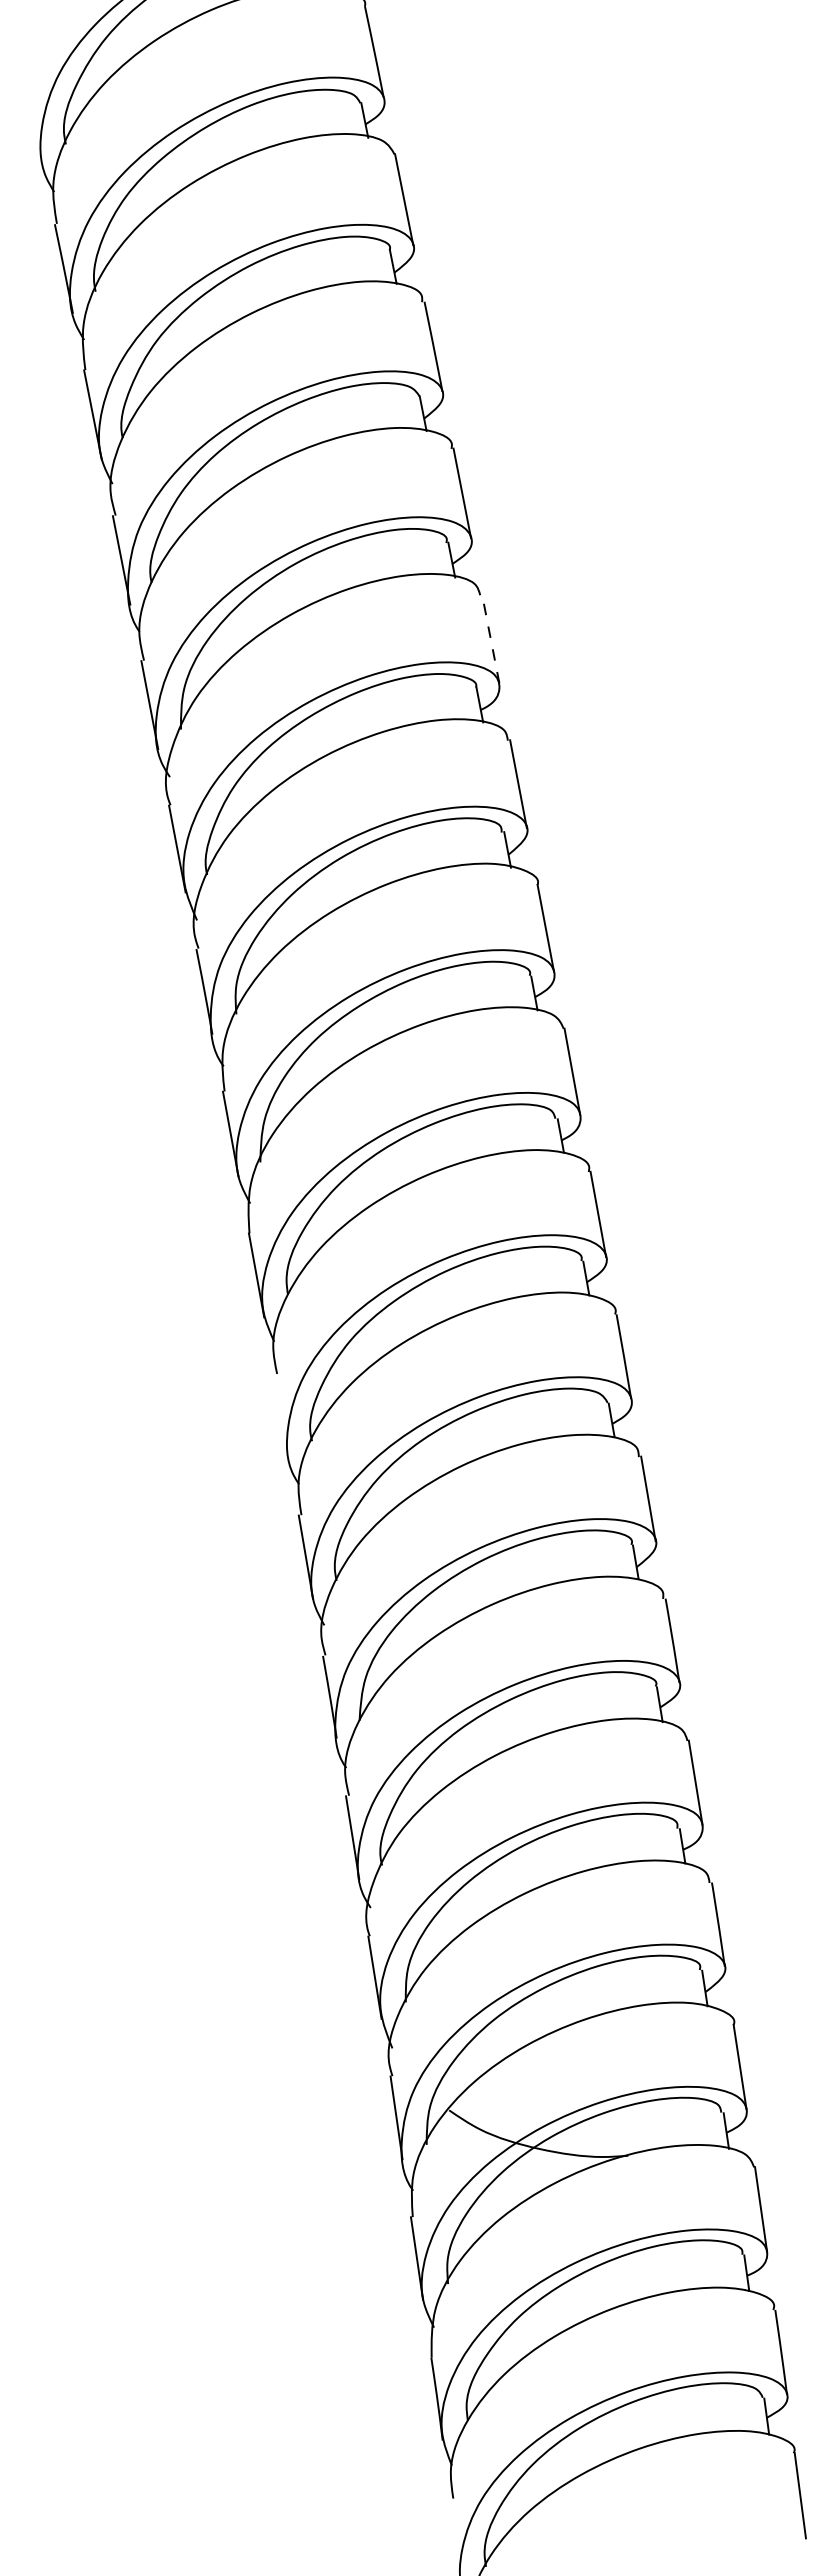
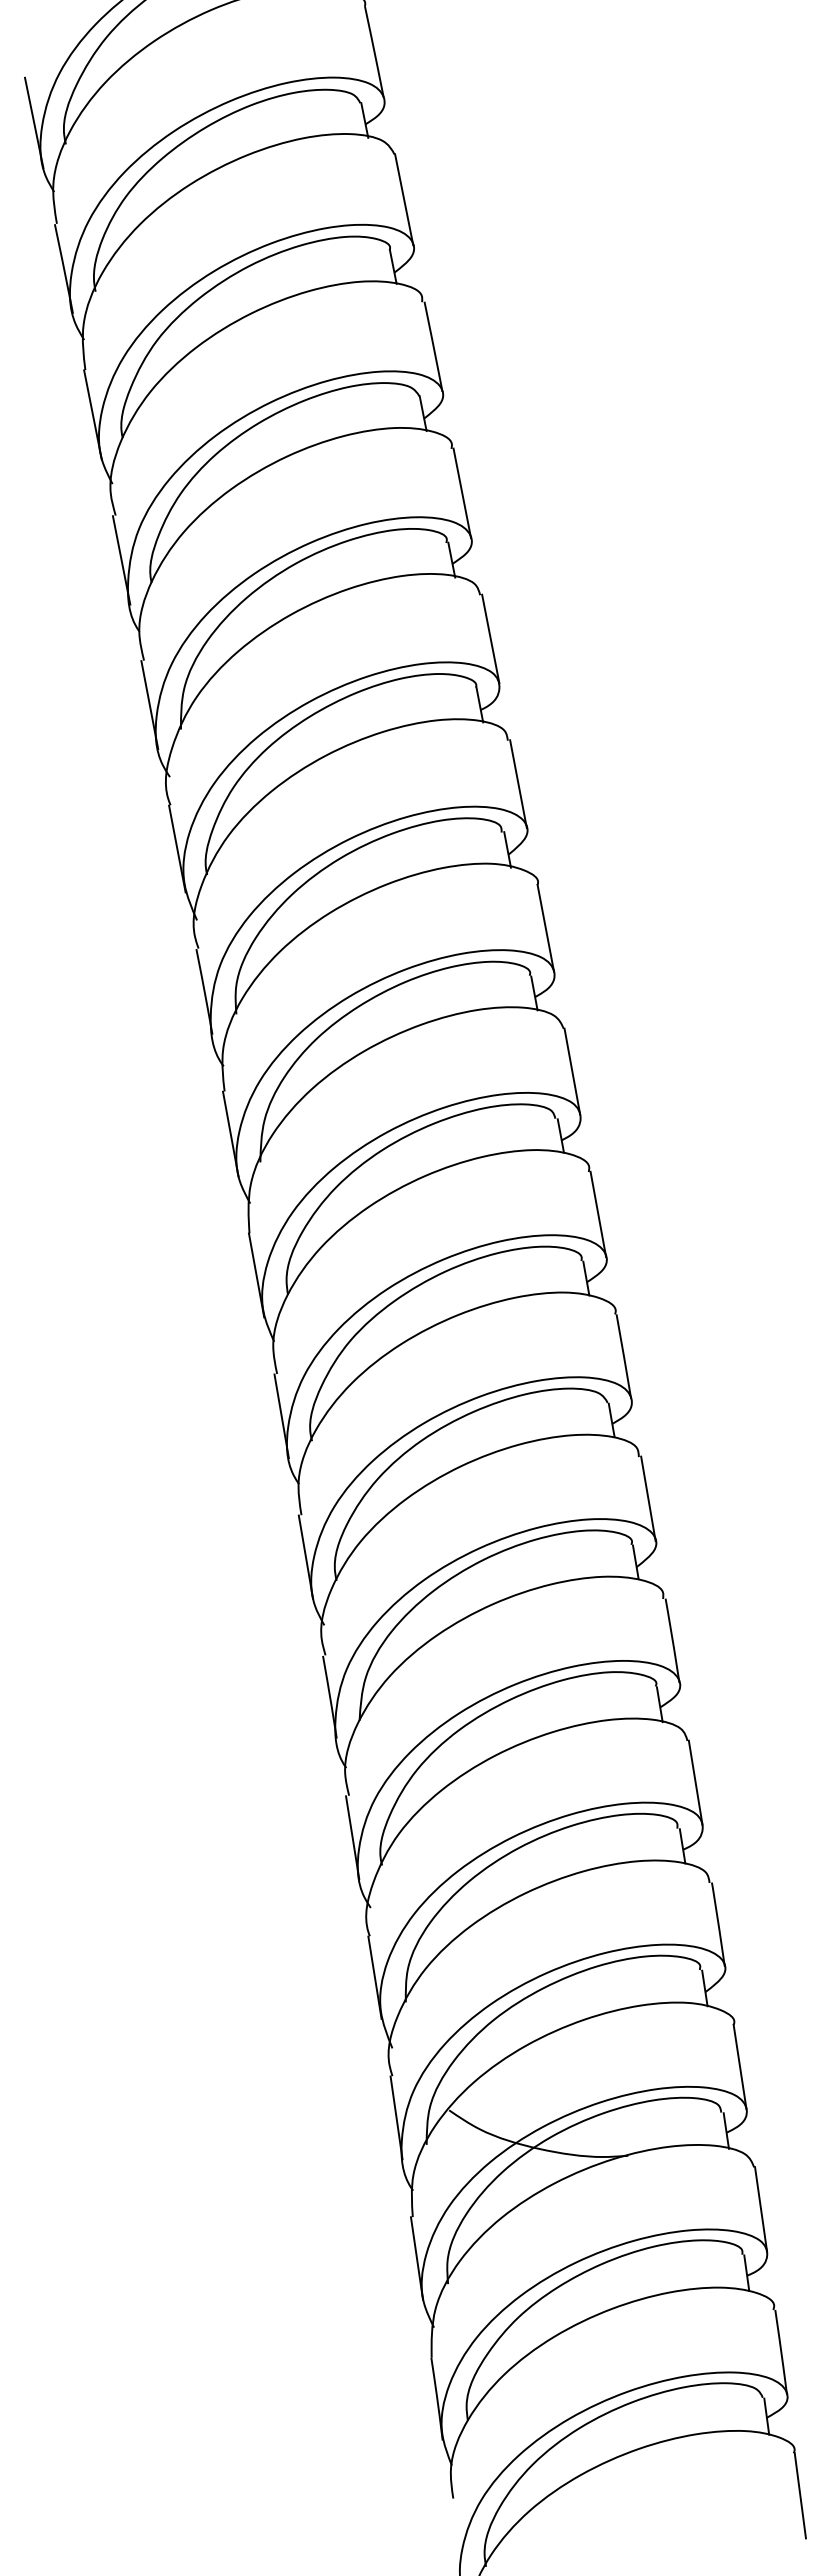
line at (34, 122): none -> present
line at (490, 638): dashed -> solid
line at (281, 1416): none -> present
